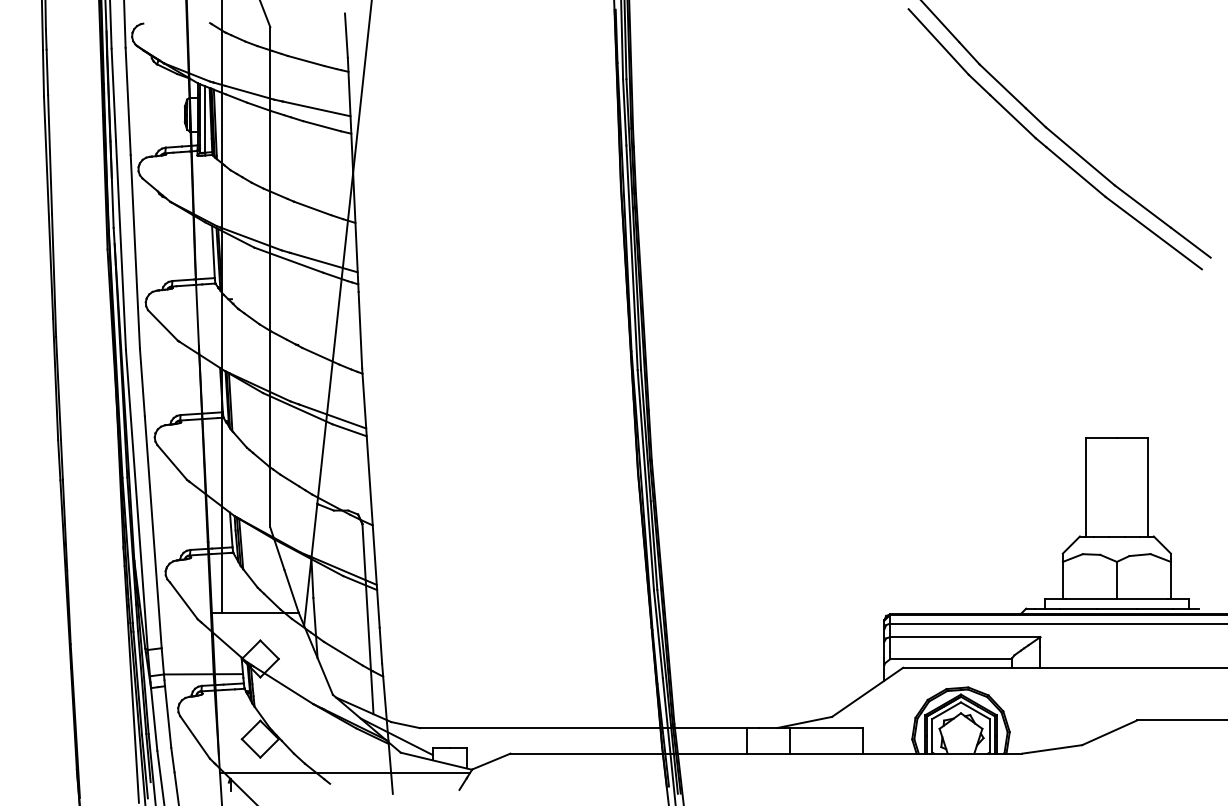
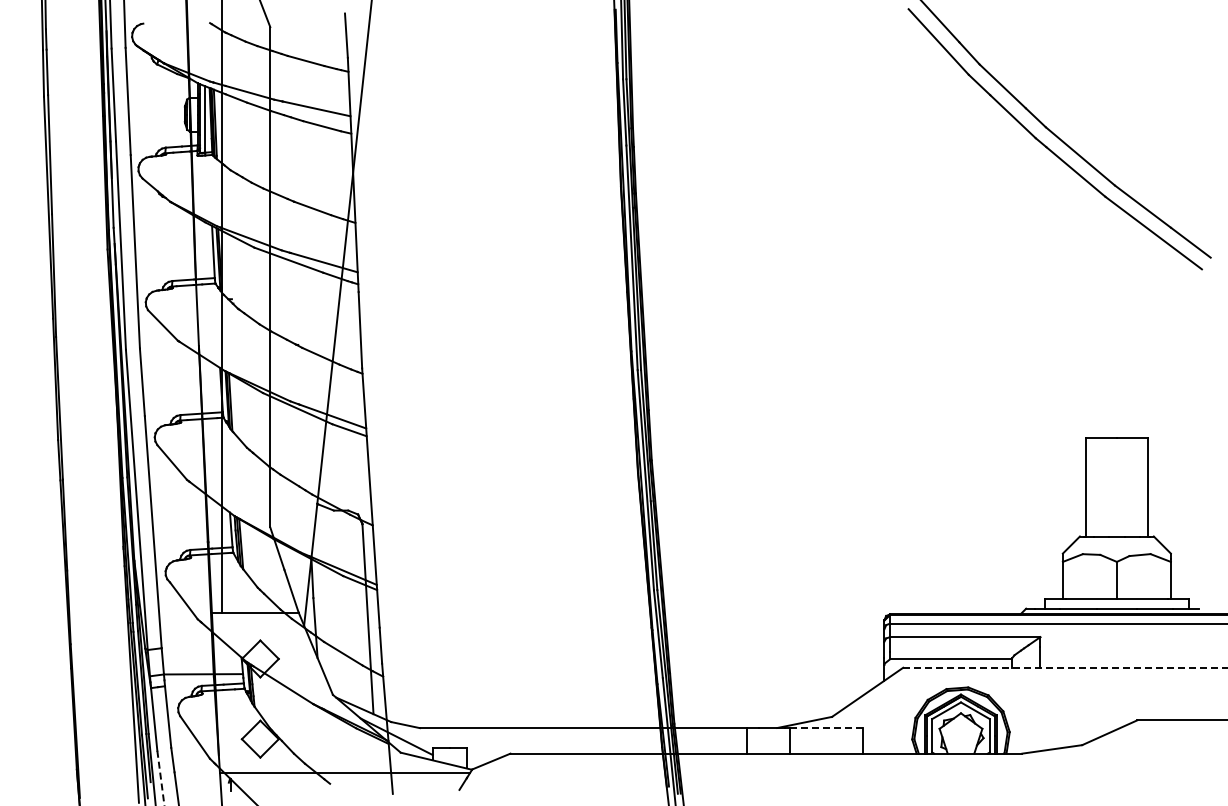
line at (1065, 667): solid -> dashed
line at (826, 728): solid -> dashed
line at (160, 778): solid -> dashed
